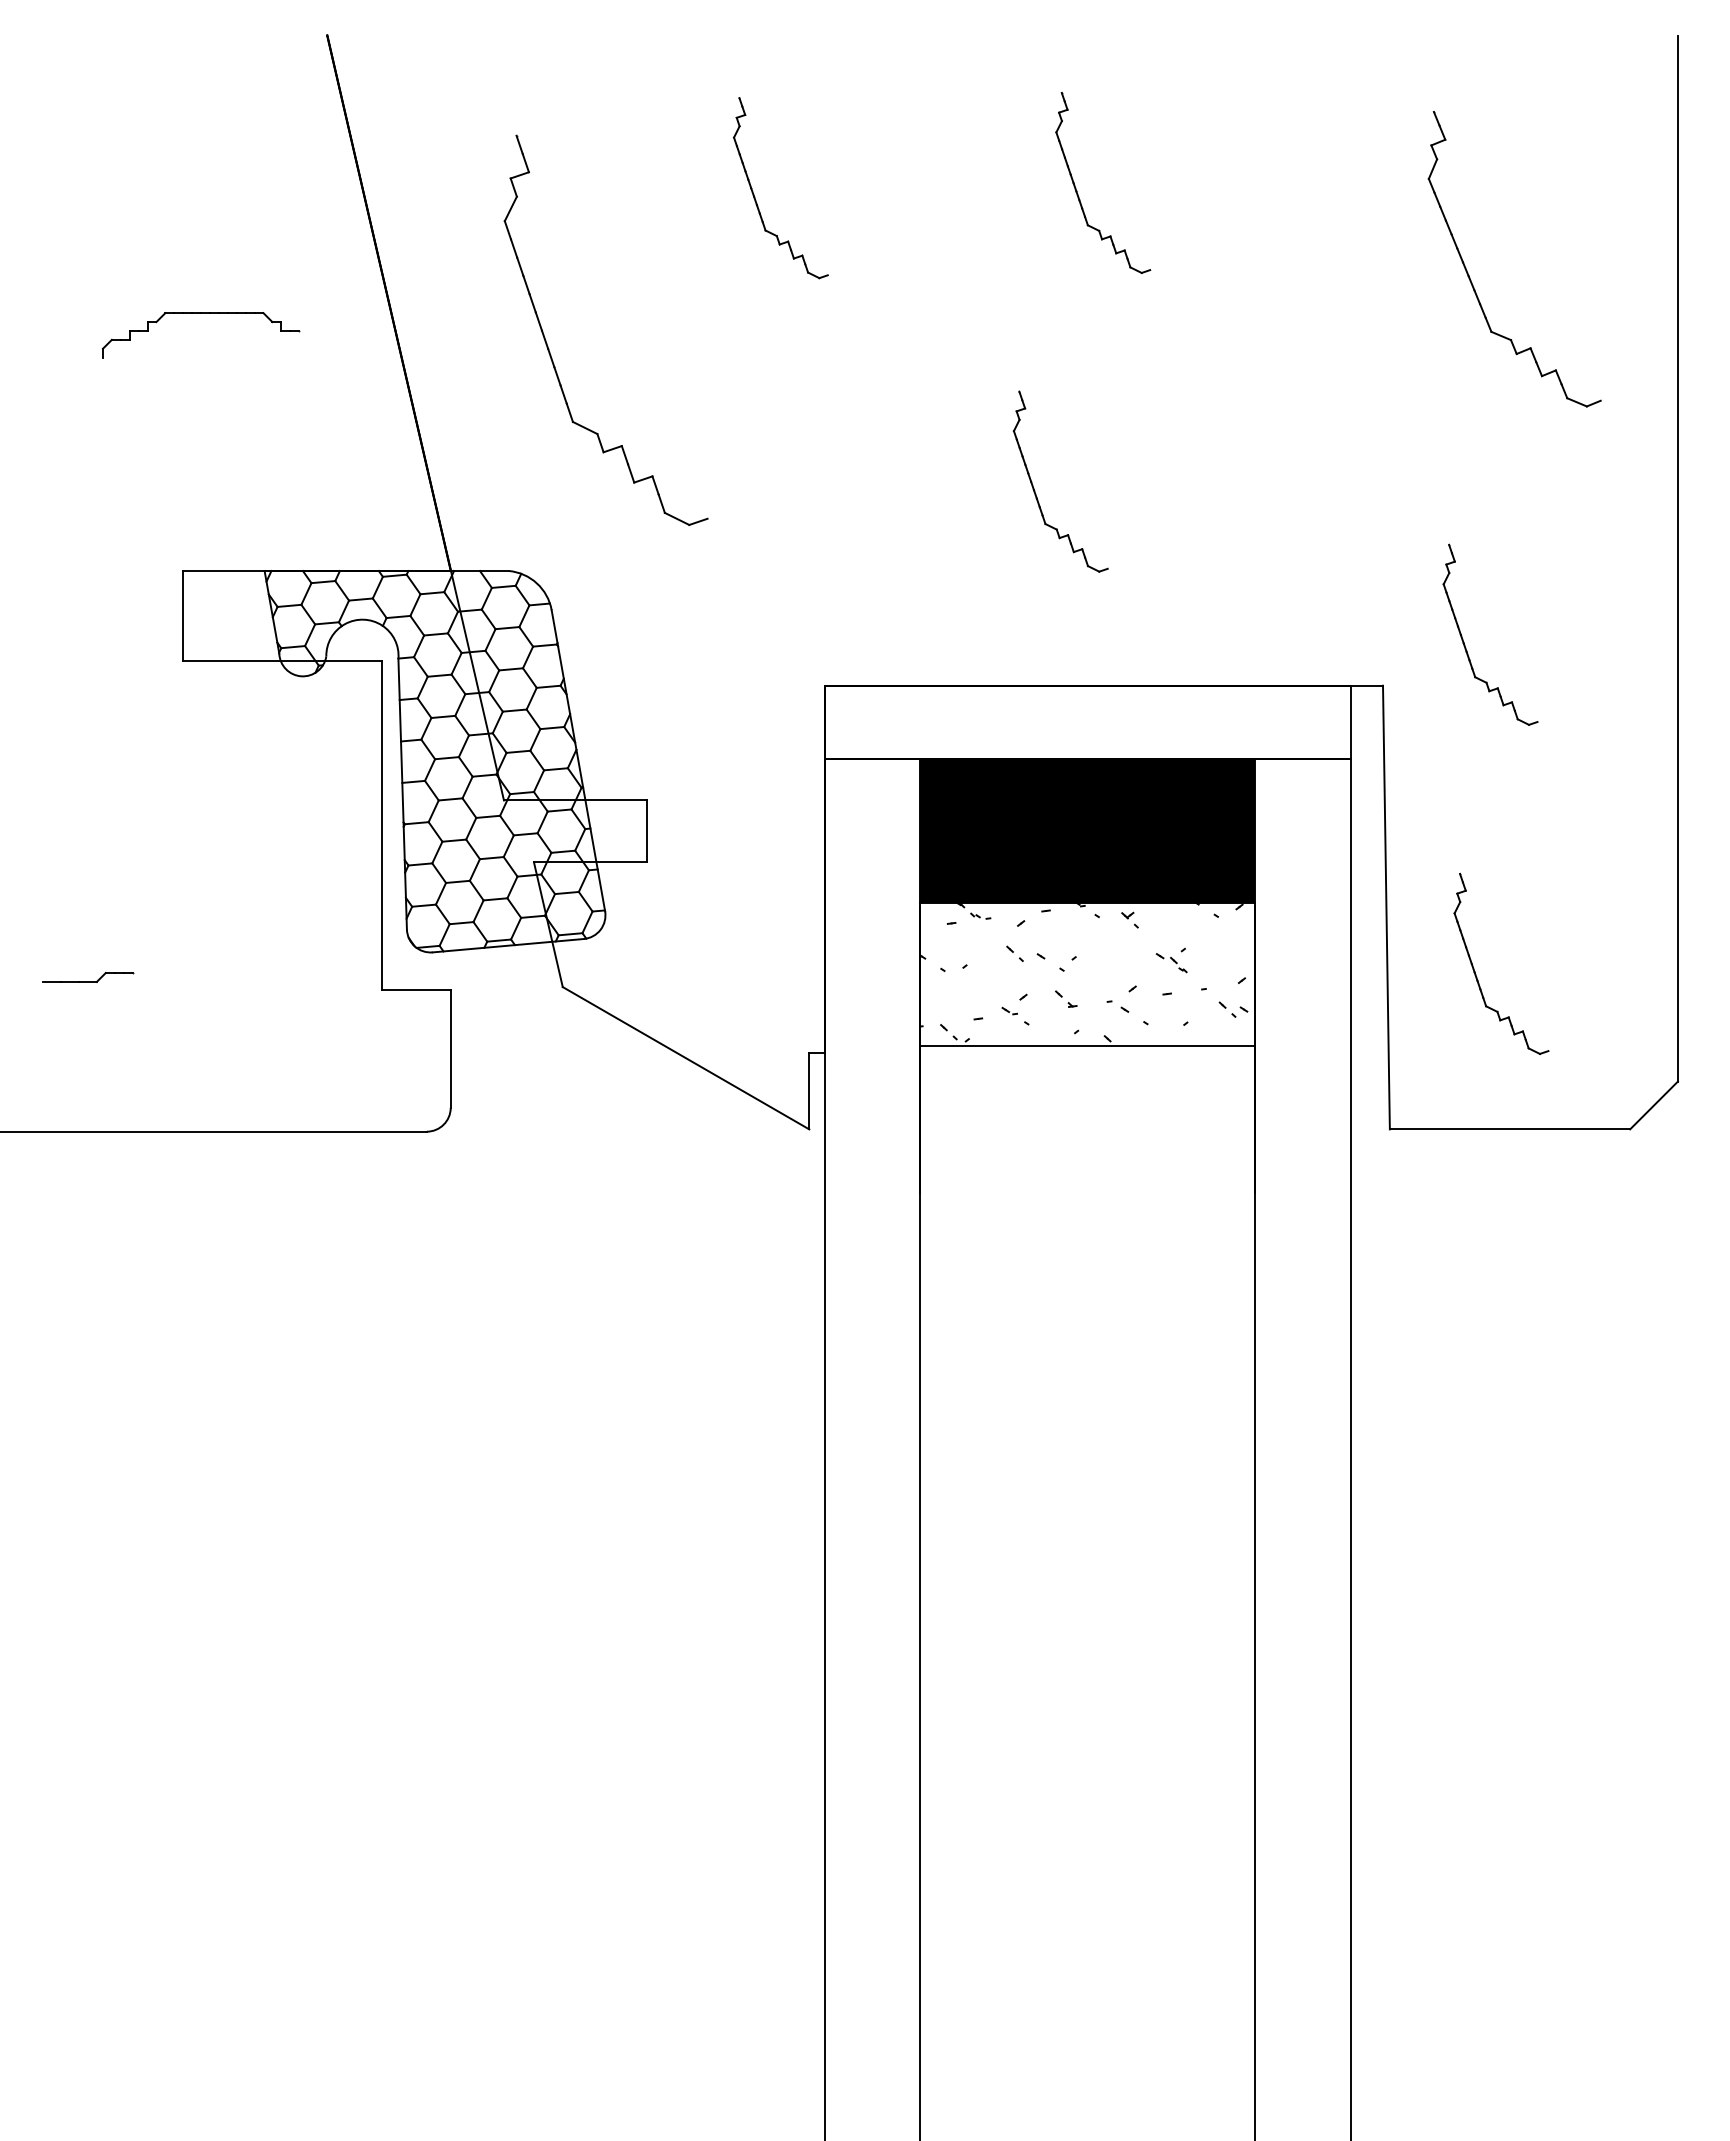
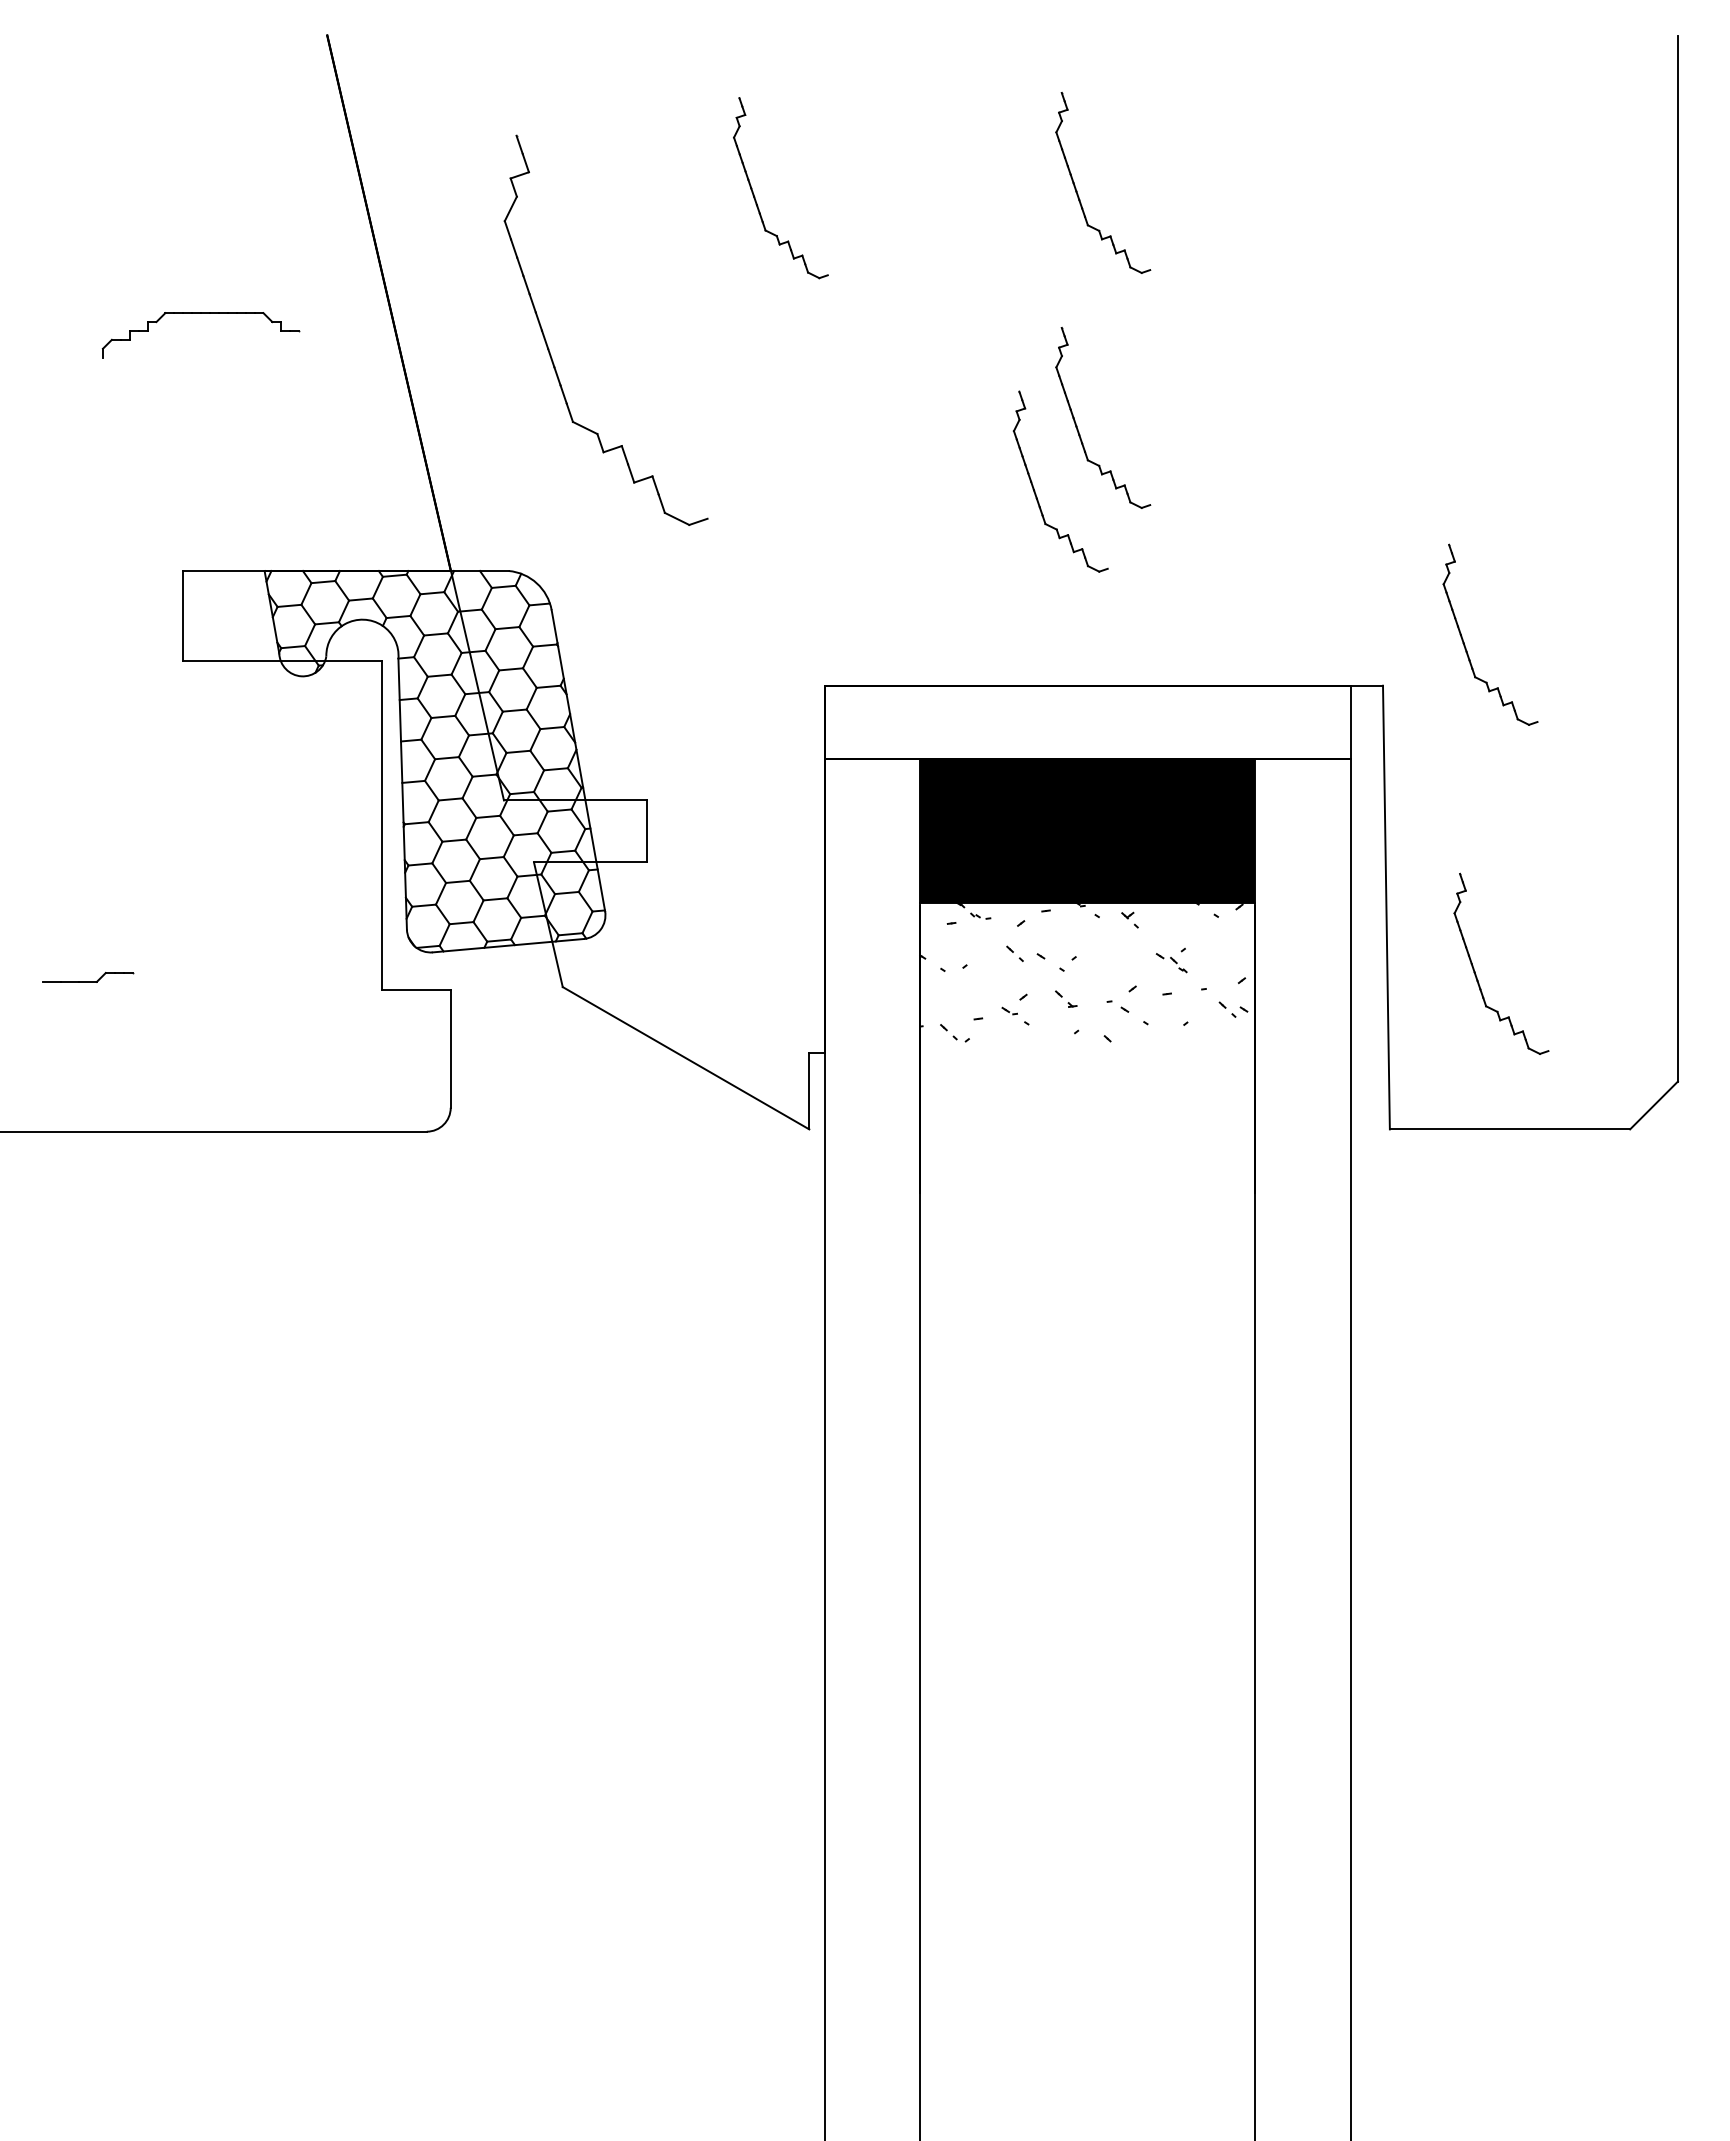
part at (1470, 277): present -> none
part at (1077, 425): none -> present
line at (1087, 1046): present -> none
